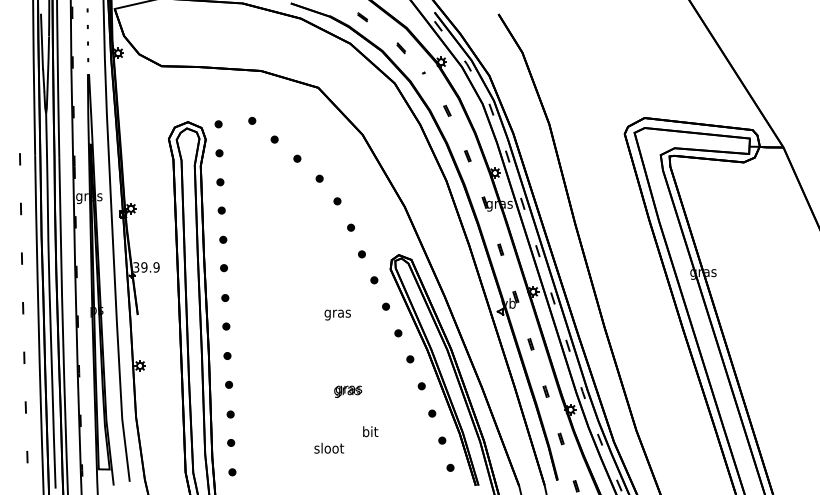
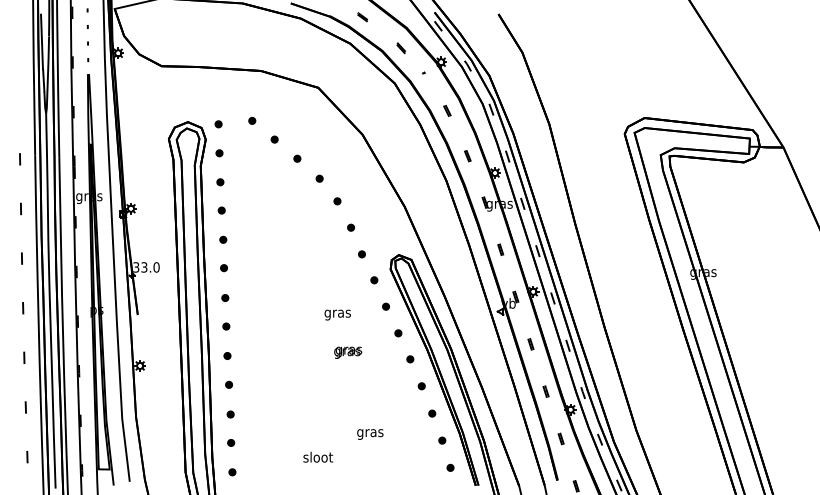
text at (150, 267): 39.9 -> 33.0
text at (348, 391) position: (348, 391) -> (348, 352)
text at (370, 432): bit -> gras
text at (329, 447) position: (329, 447) -> (318, 456)
